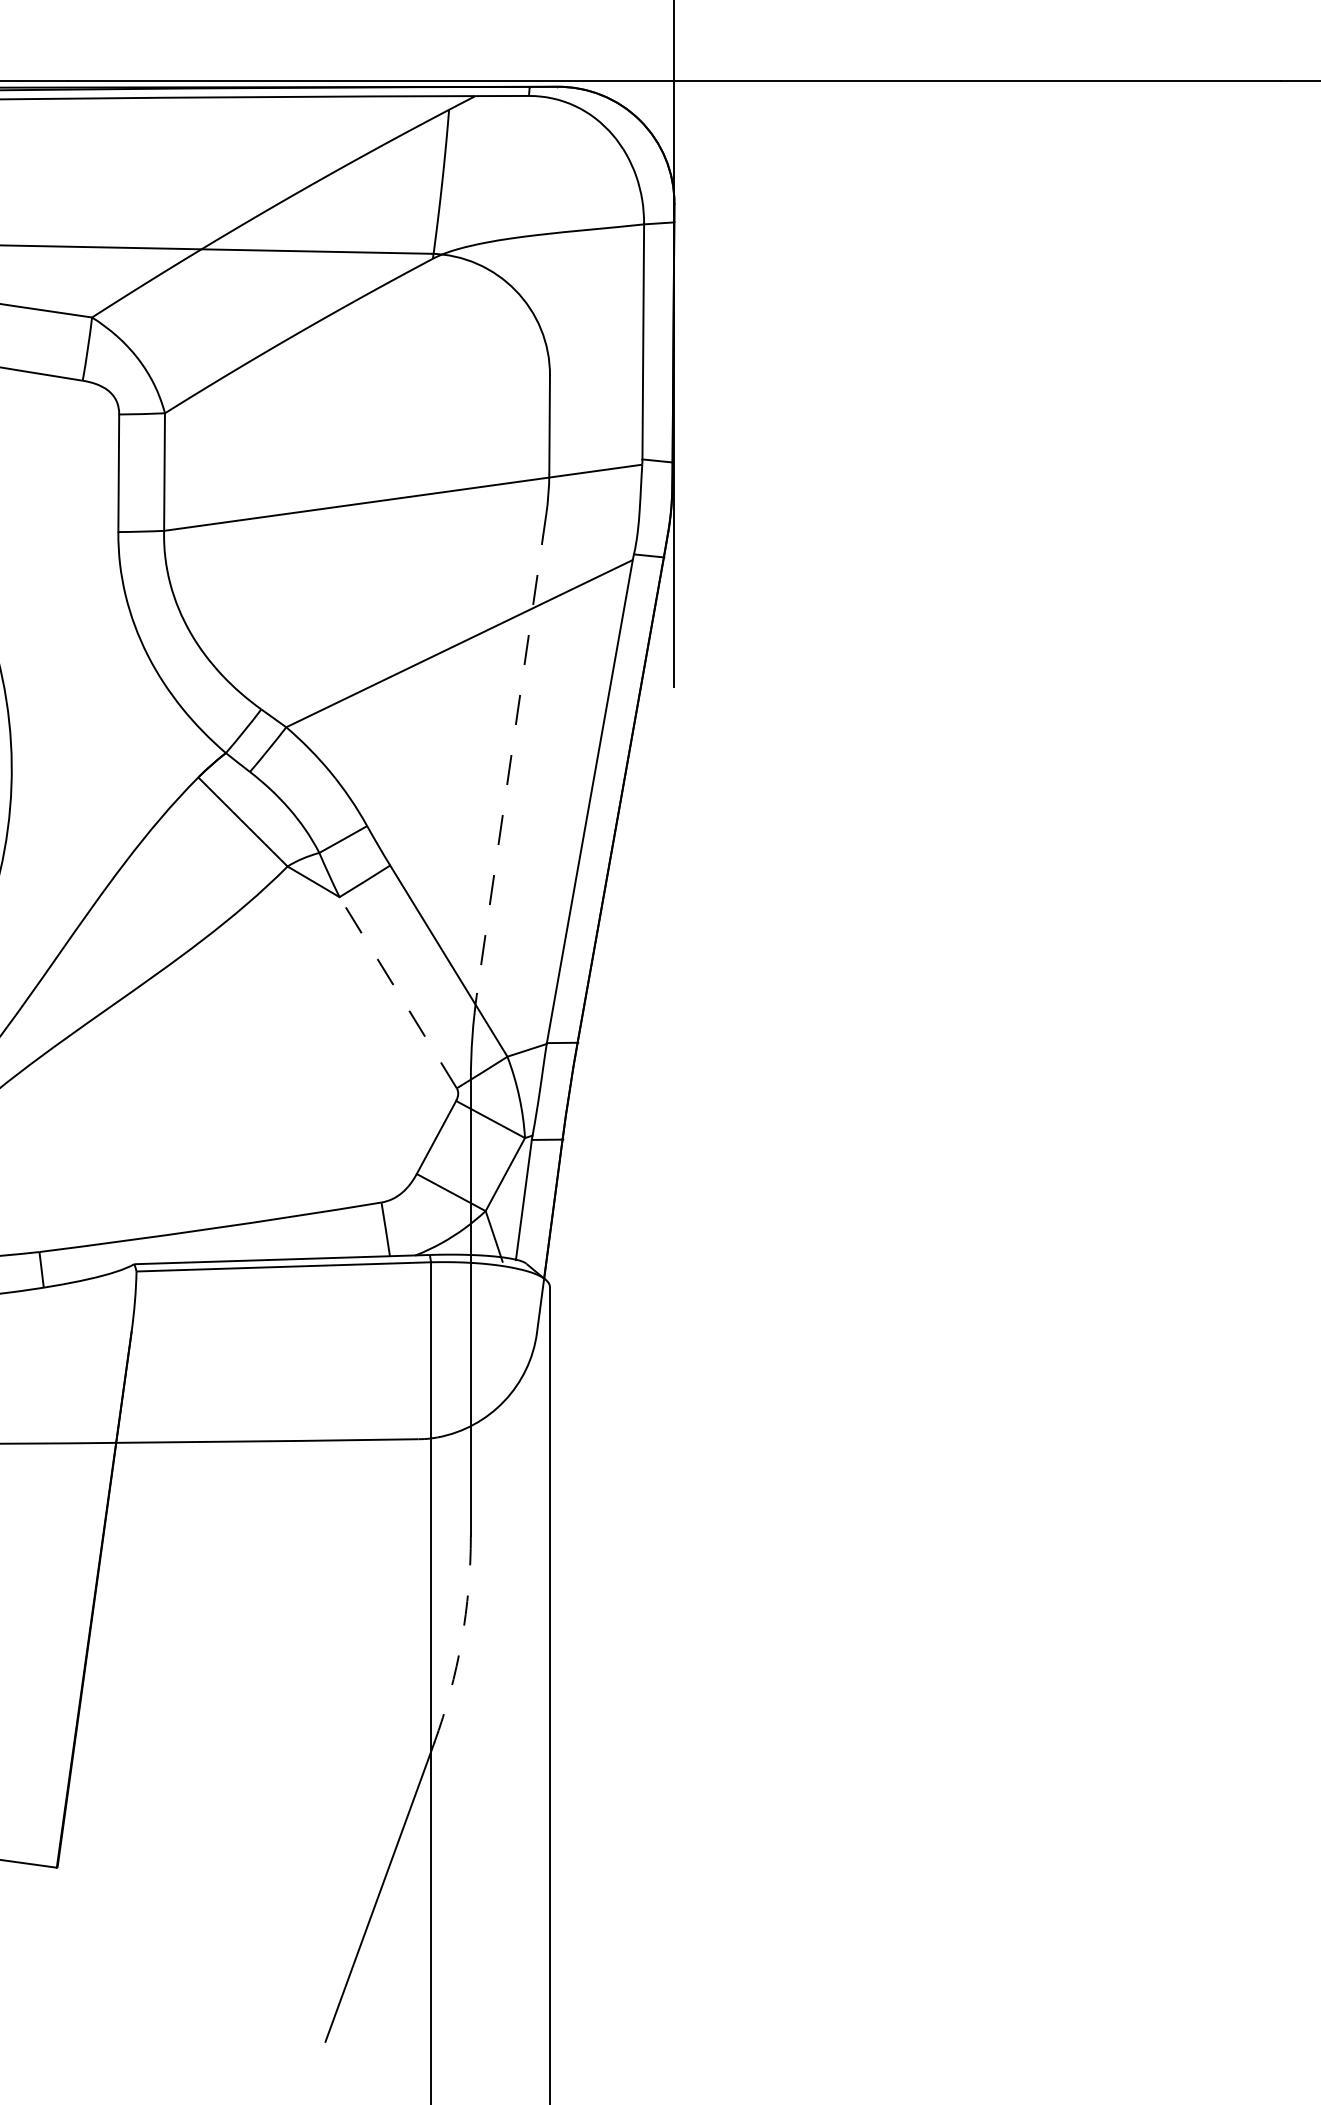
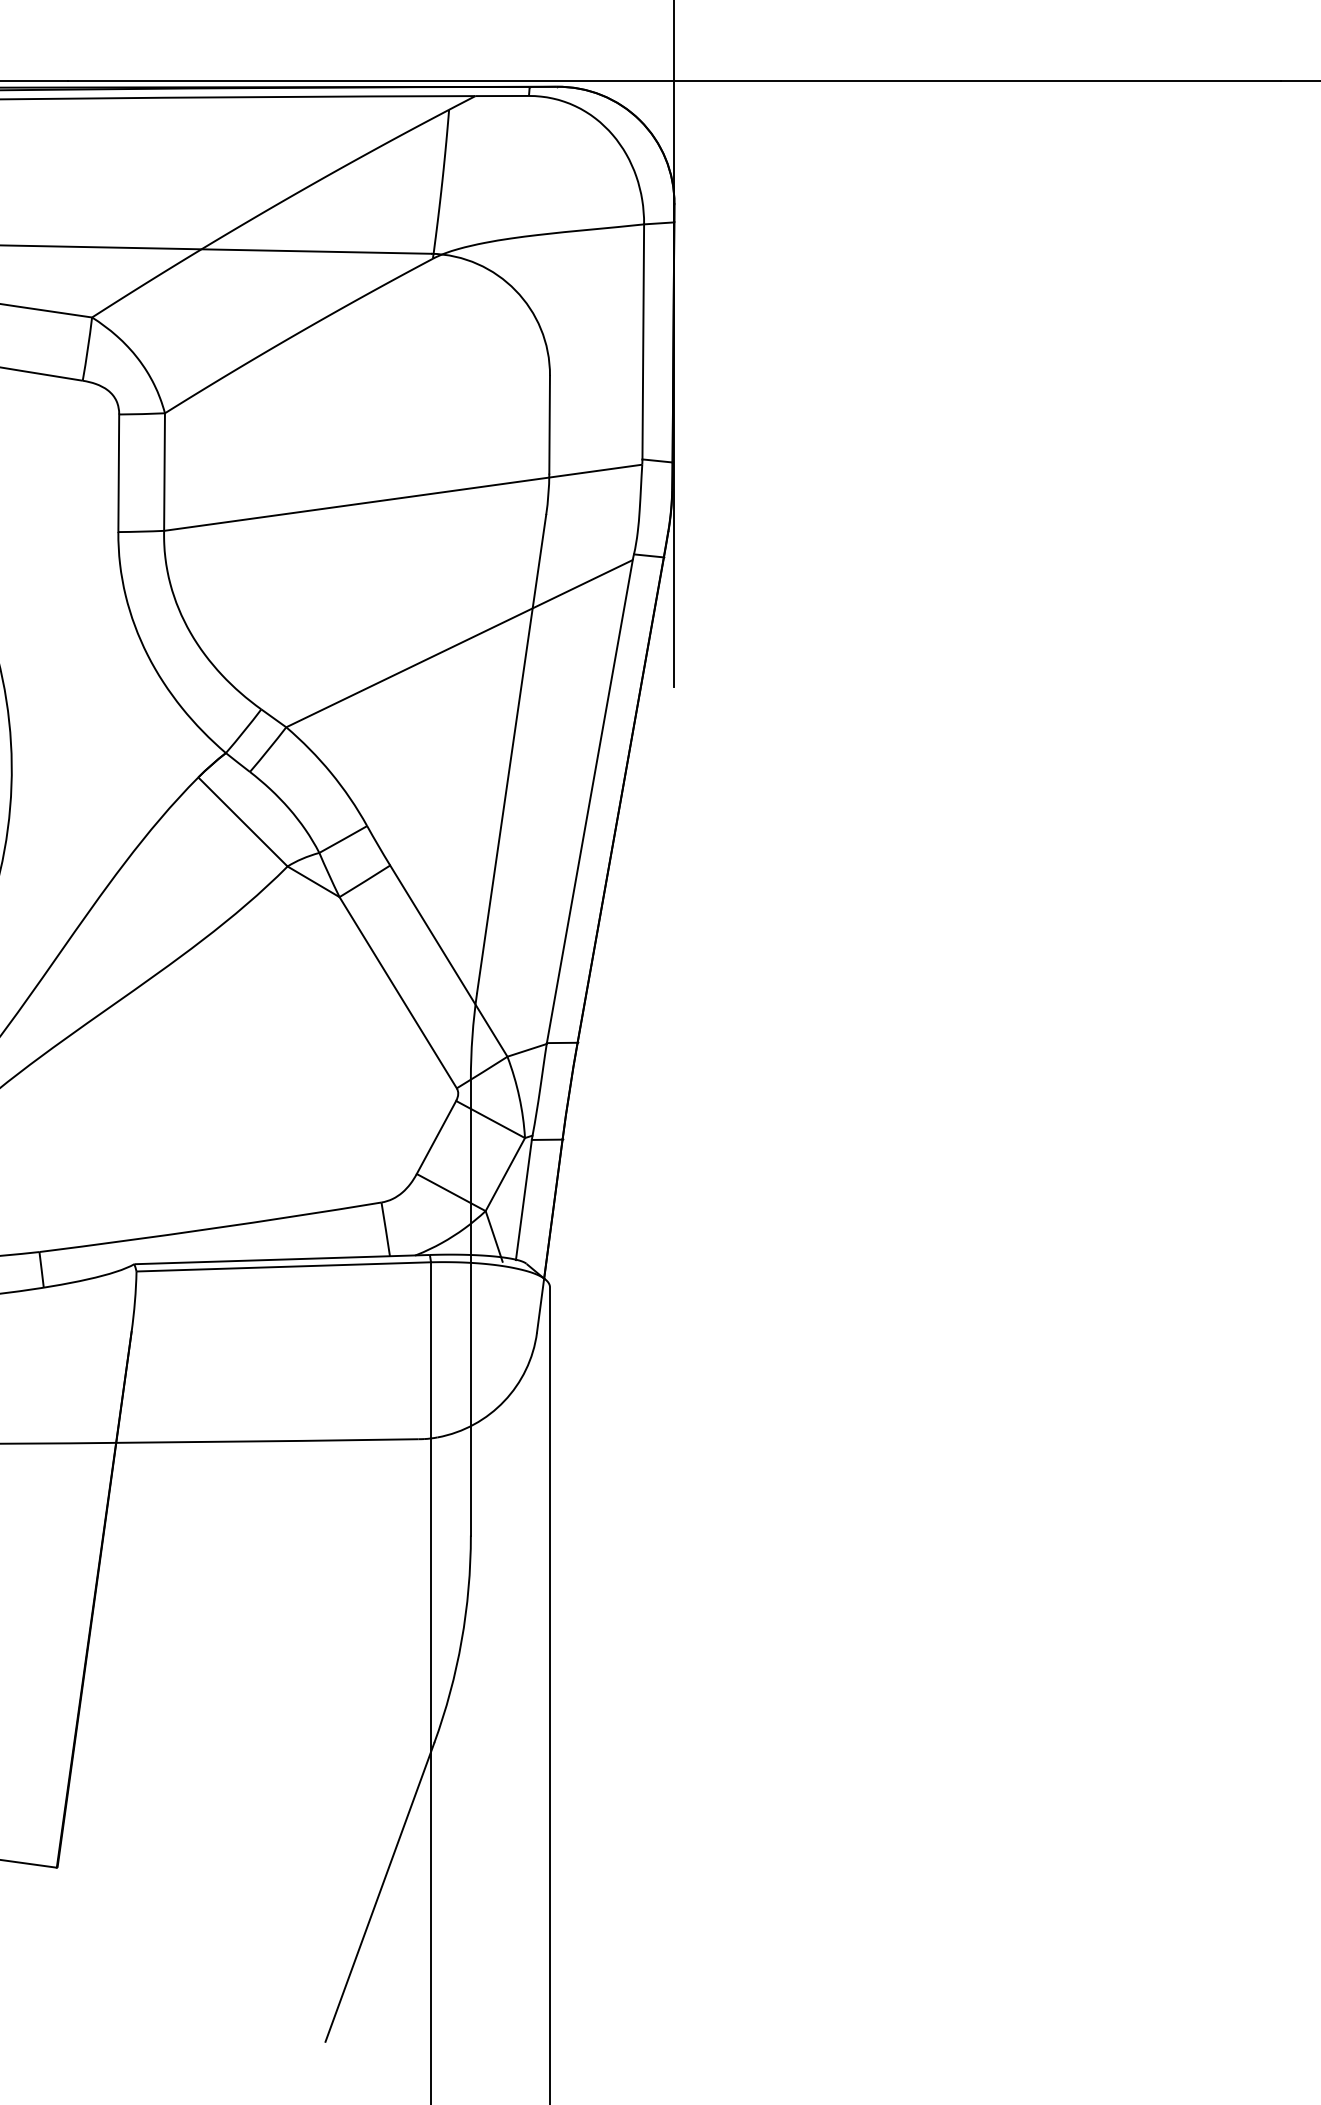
line at (511, 754): dashed -> solid
line at (397, 992): dashed -> solid
arc at (461, 1640): dashed -> solid
